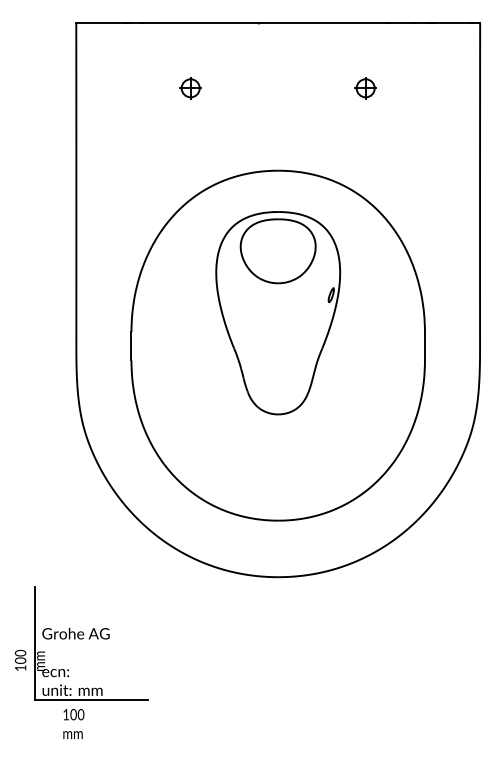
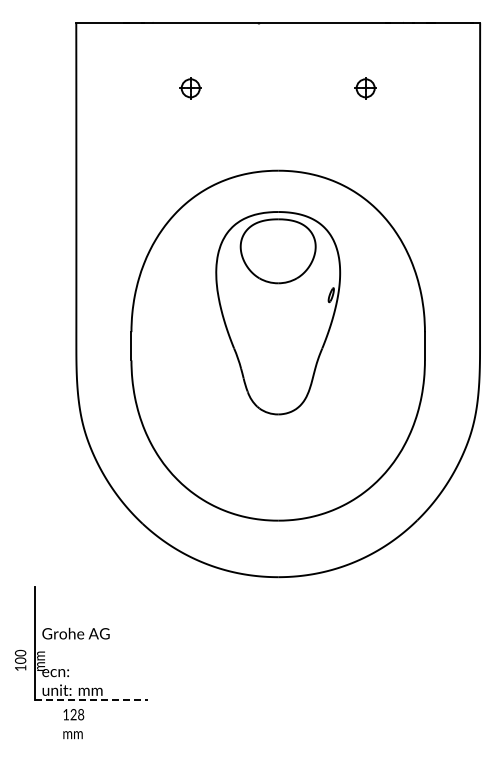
line at (91, 699): solid -> dashed
text at (77, 714): 100 -> 128
